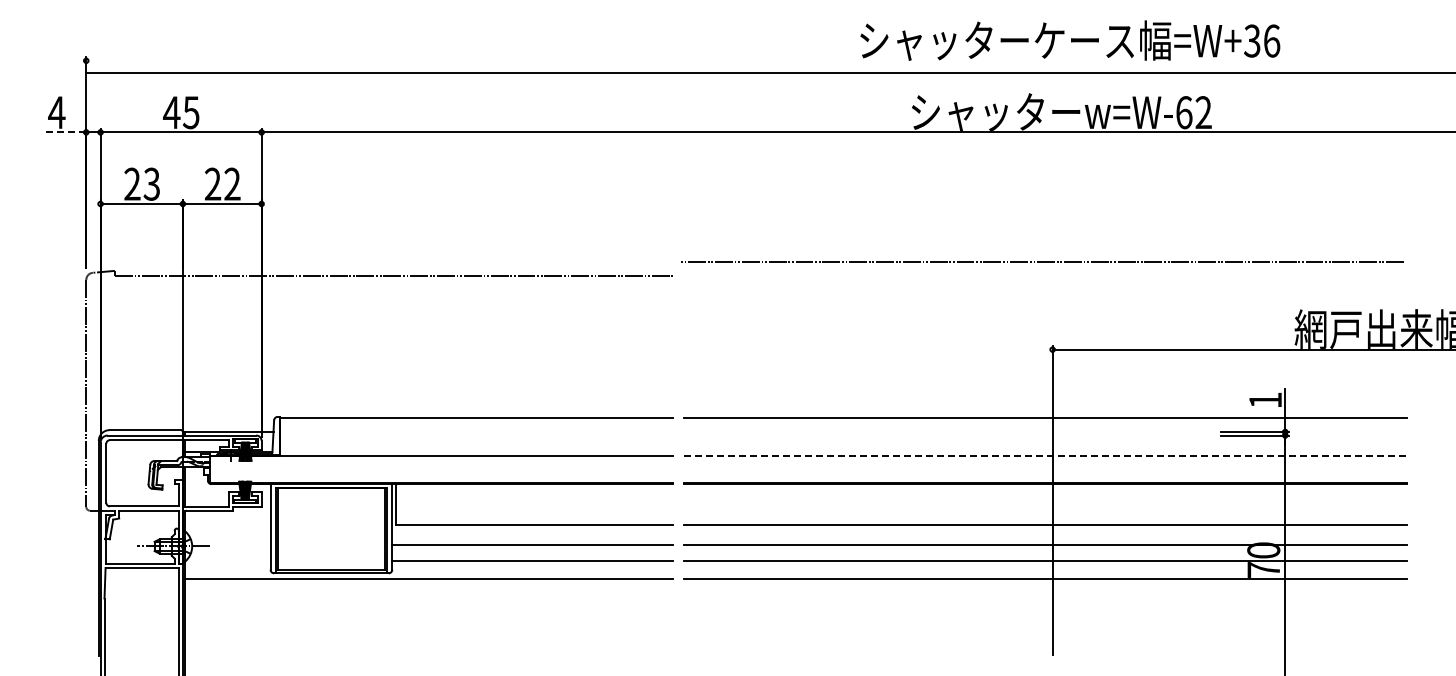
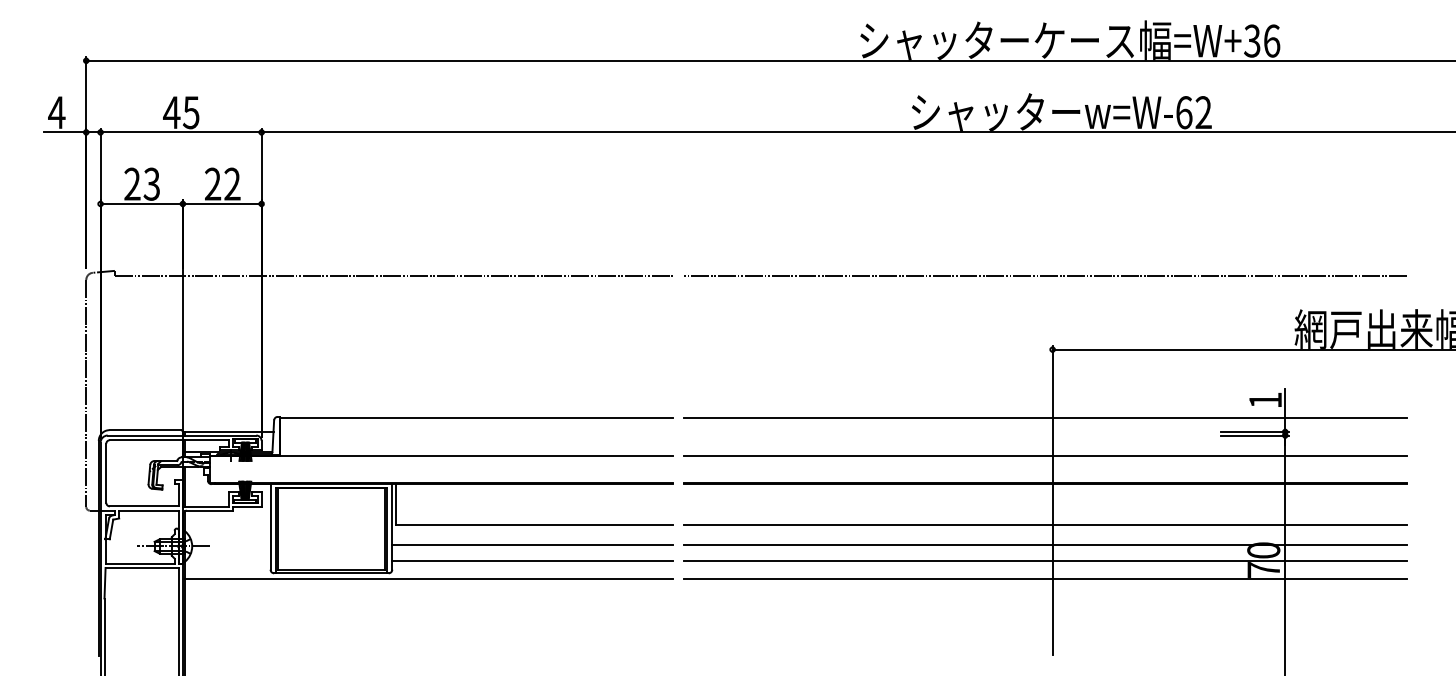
line at (769, 72) position: (769, 72) -> (769, 60)
line at (64, 132): dashed -> solid
line at (1042, 261) position: (1042, 261) -> (1045, 275)
line at (1045, 456): dashed -> solid
